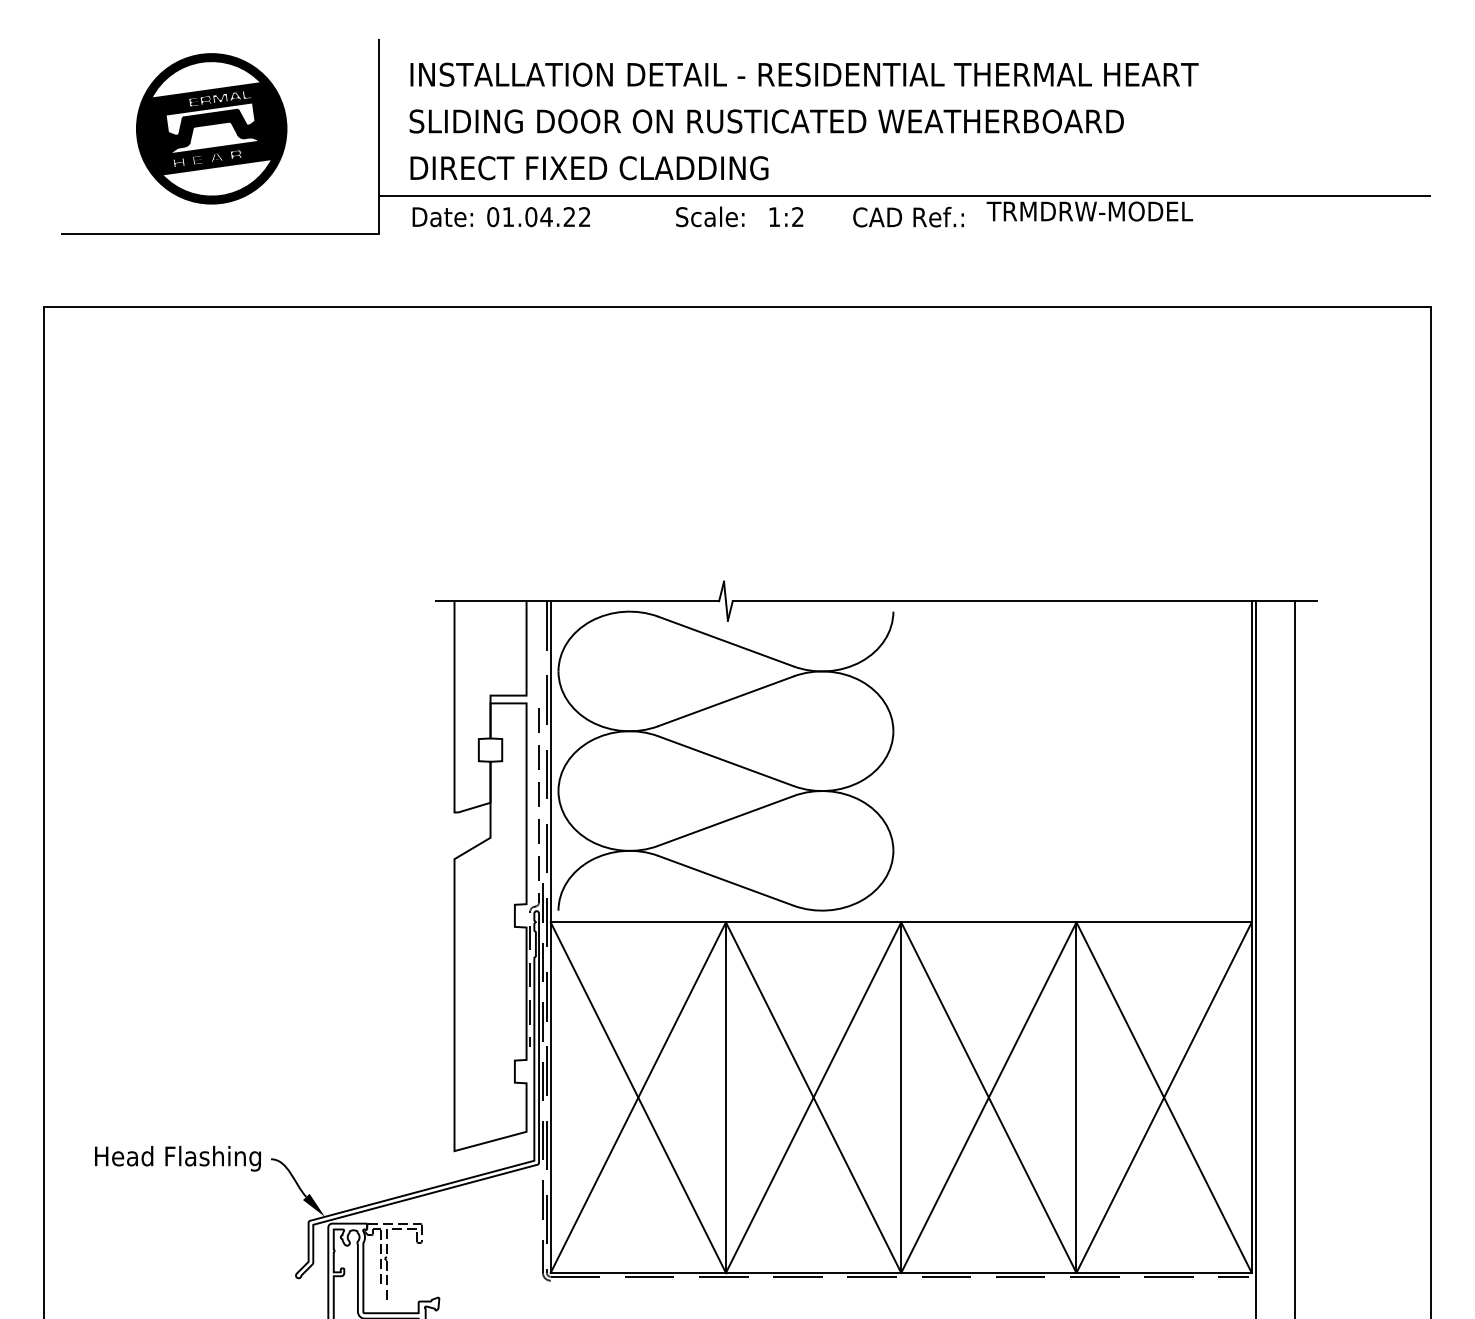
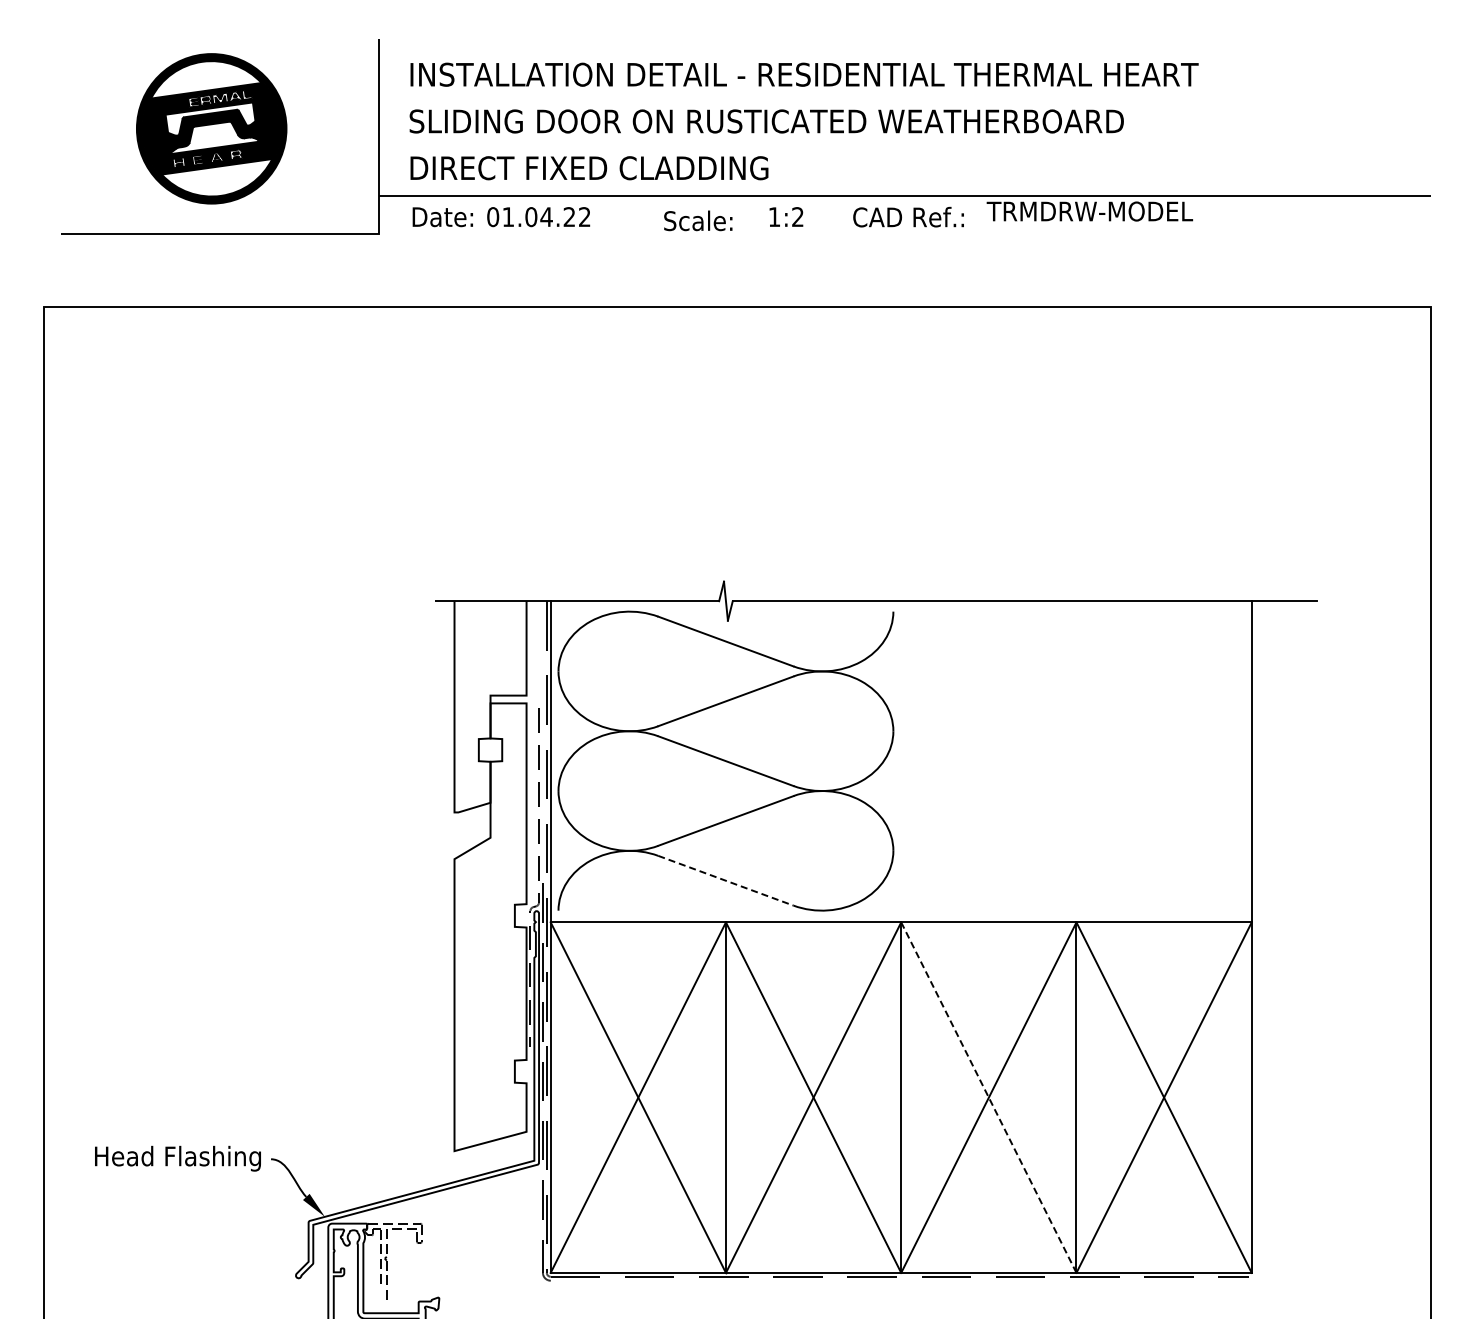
text at (710, 216) position: (710, 216) -> (698, 220)
line at (726, 880): solid -> dashed
line at (1255, 958): present -> none
line at (1294, 958): present -> none
line at (988, 1097): solid -> dashed
